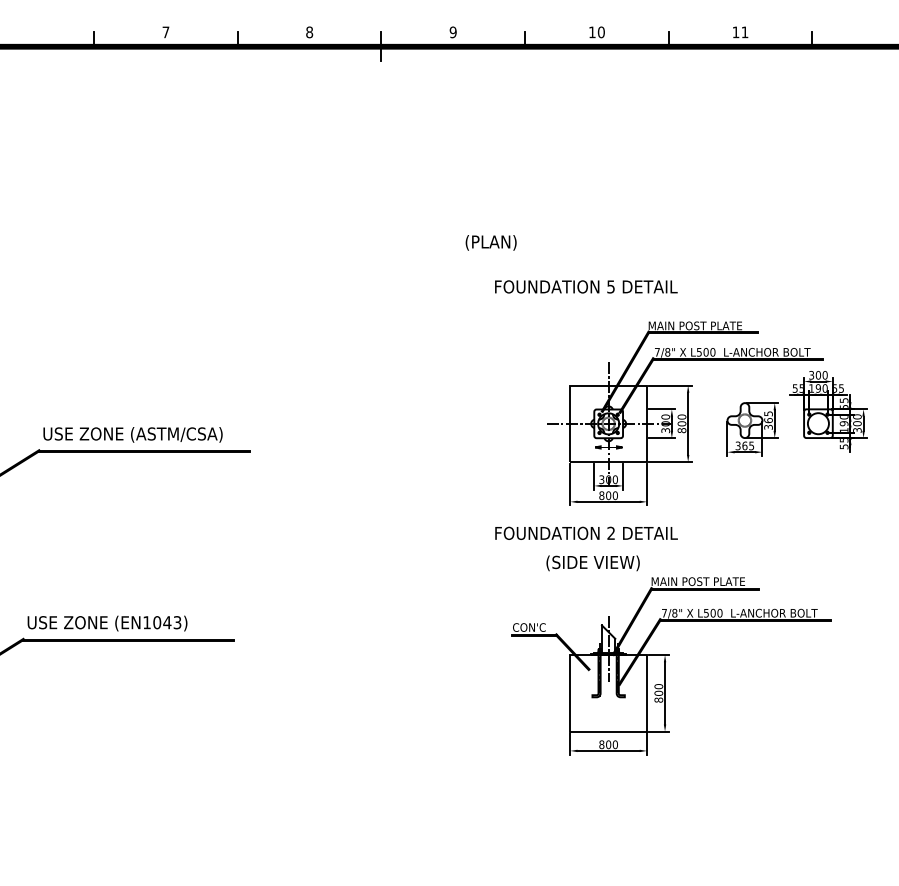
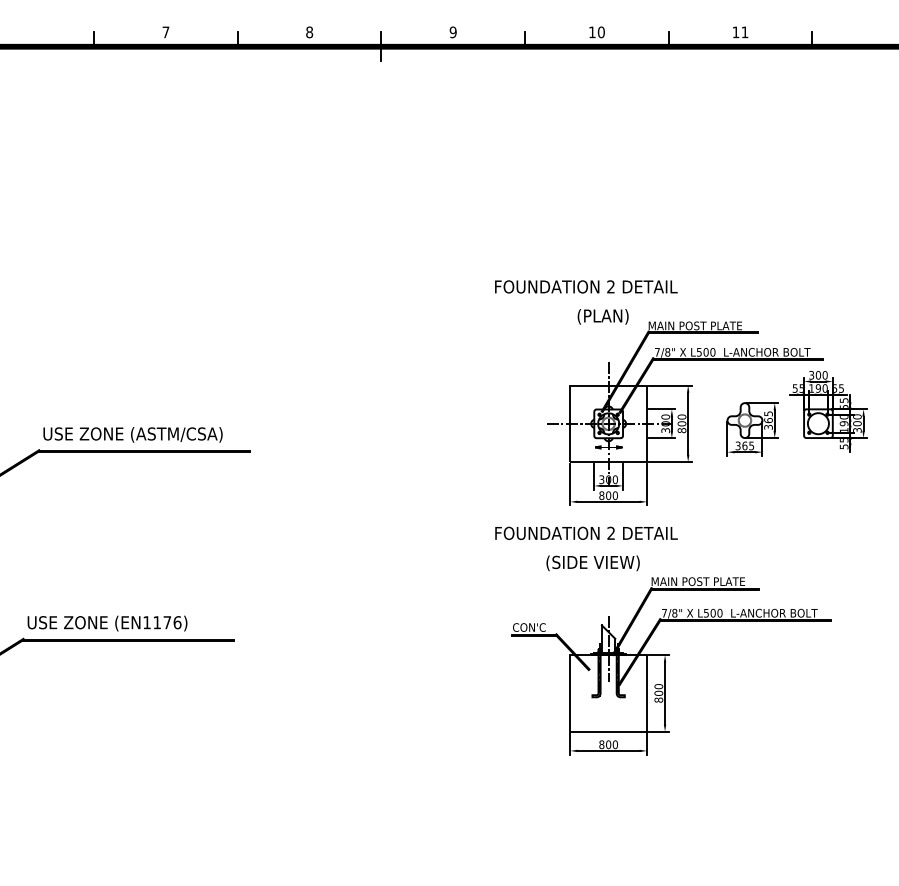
text at (490, 242) position: (490, 242) -> (602, 316)
text at (610, 286): 5 -> 2
text at (167, 622): (EN1043) -> (EN1176)
